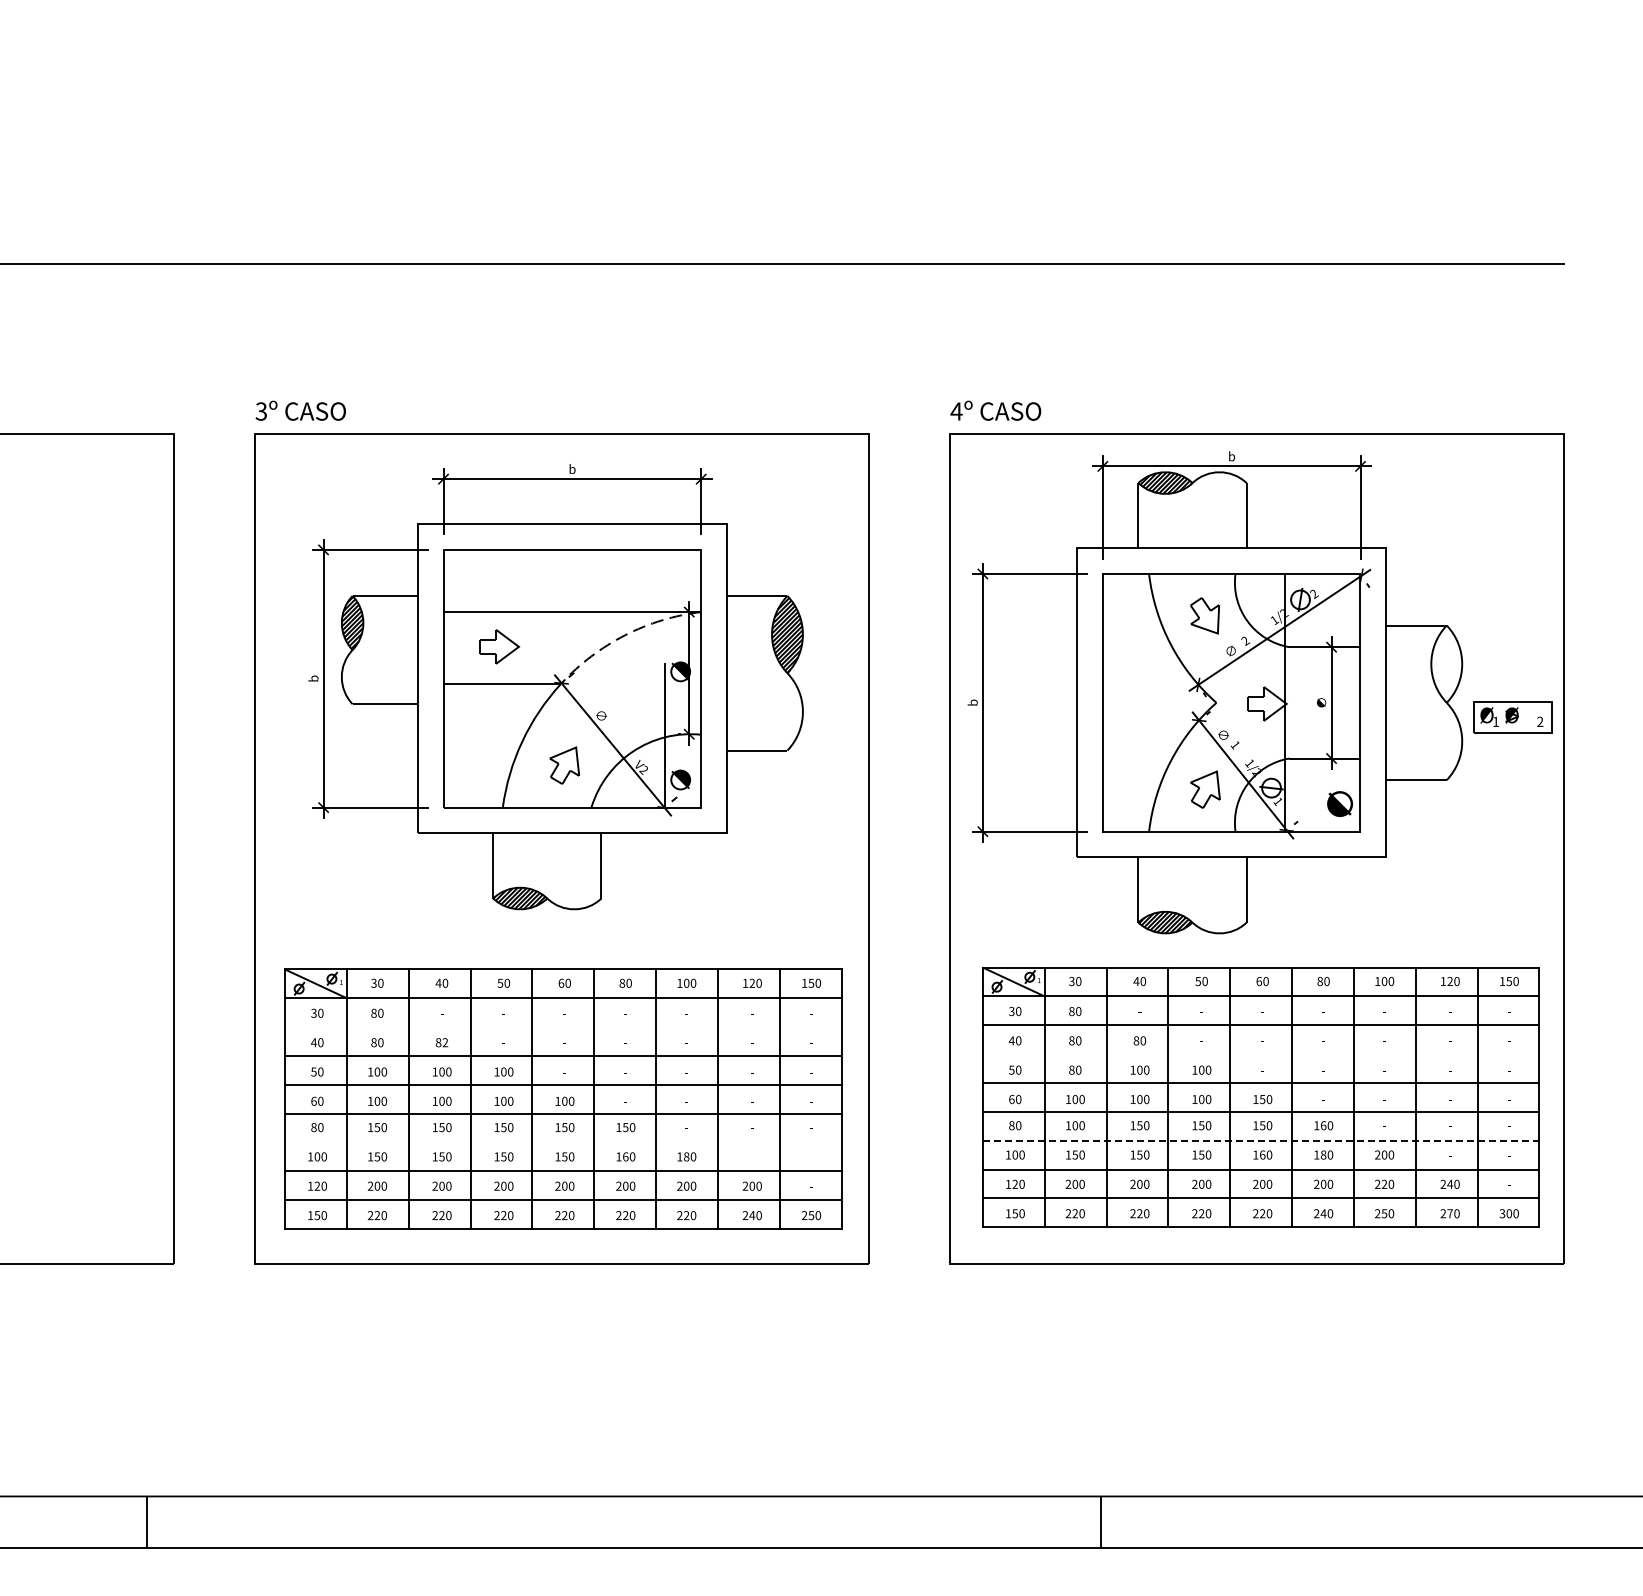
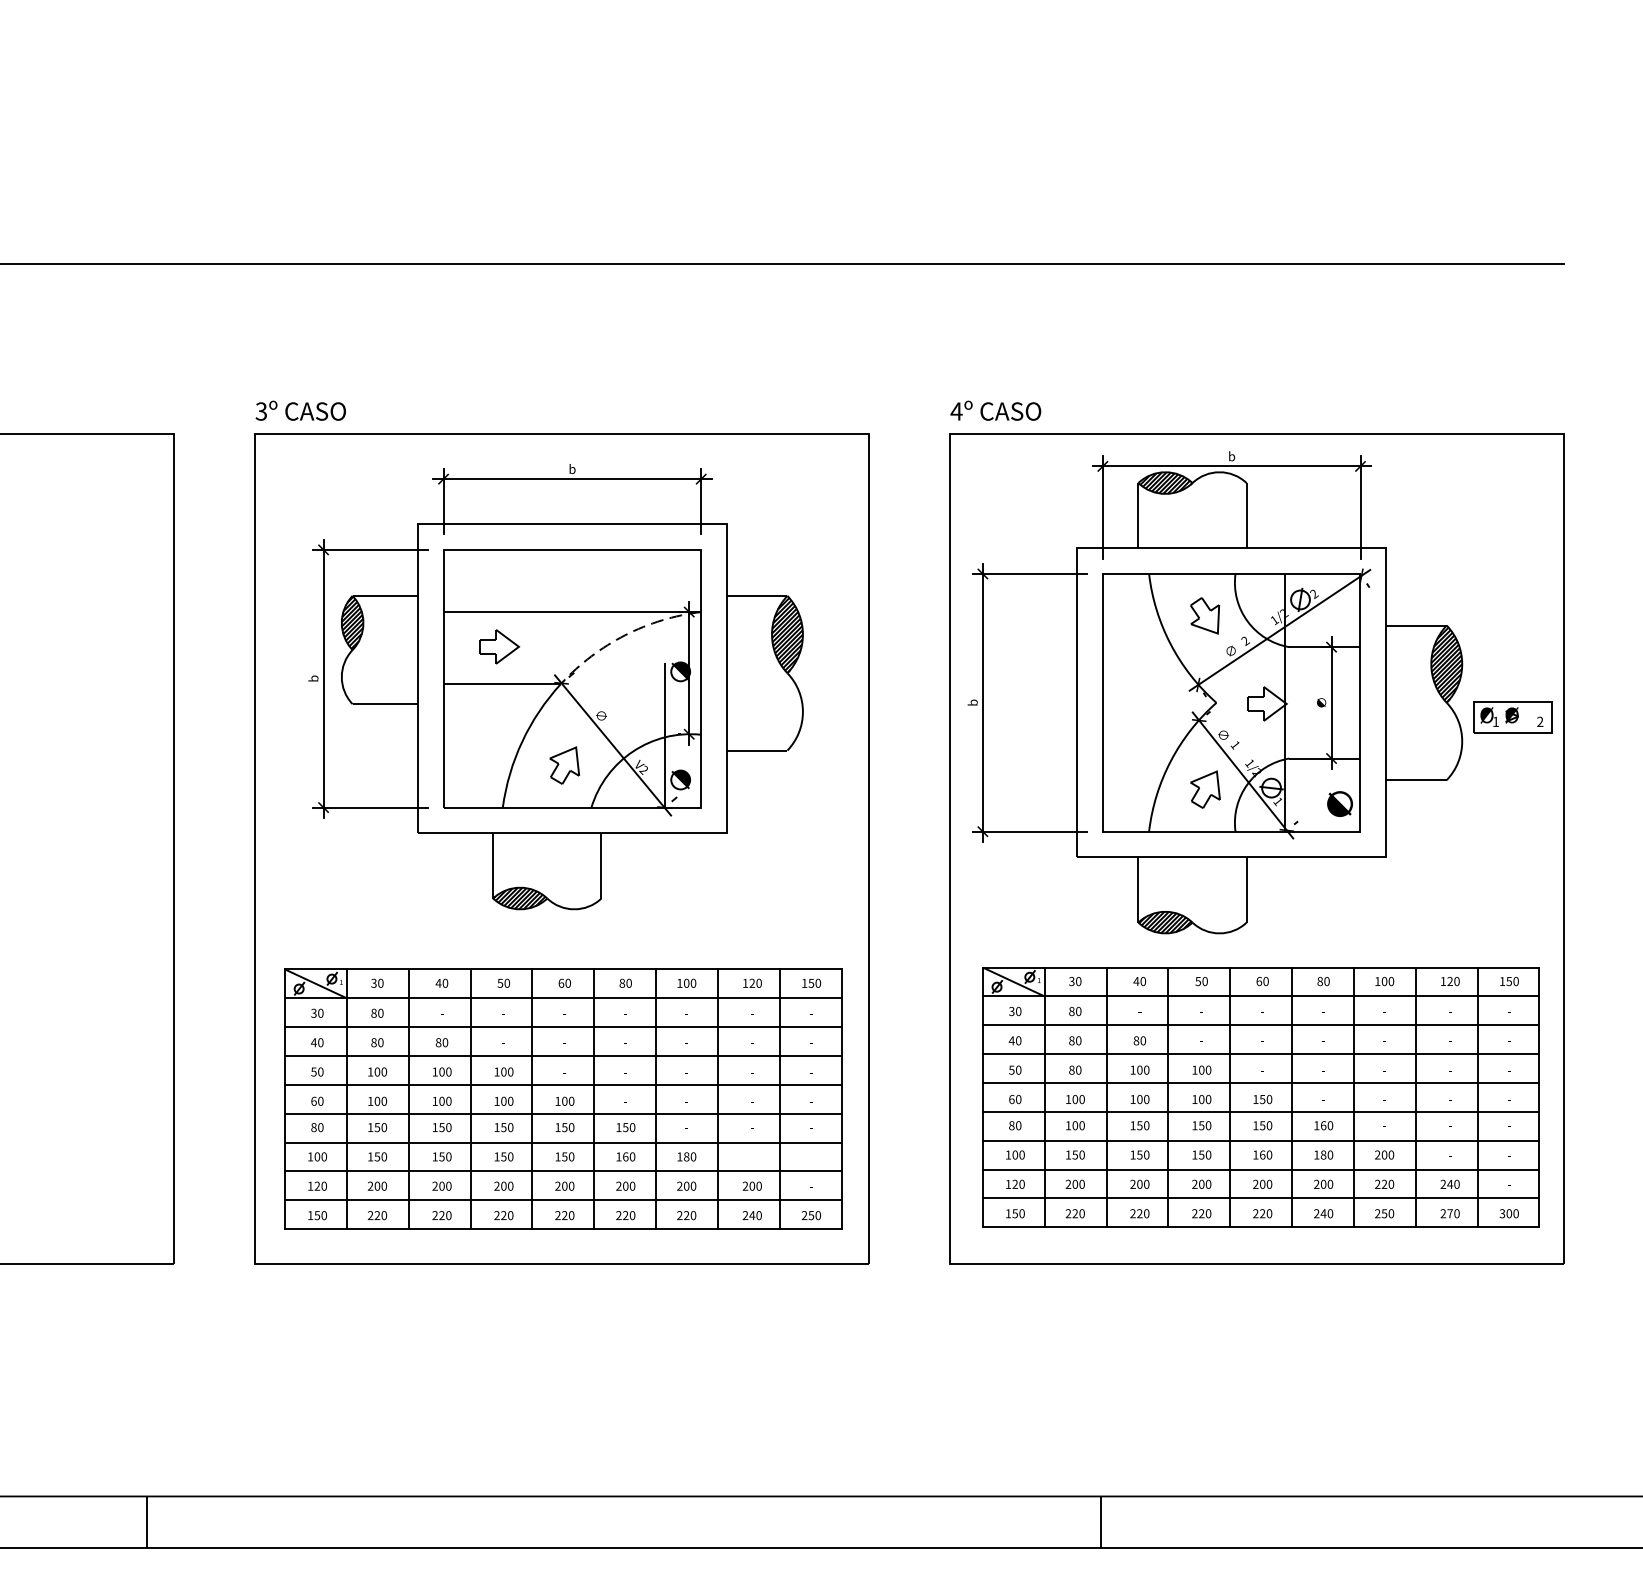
hatch at (1446, 664): none -> present
line at (562, 1027): none -> present
text at (445, 1042): 82 -> 80
line at (1260, 1054): none -> present
line at (1261, 1140): dashed -> solid
line at (562, 1142): none -> present
